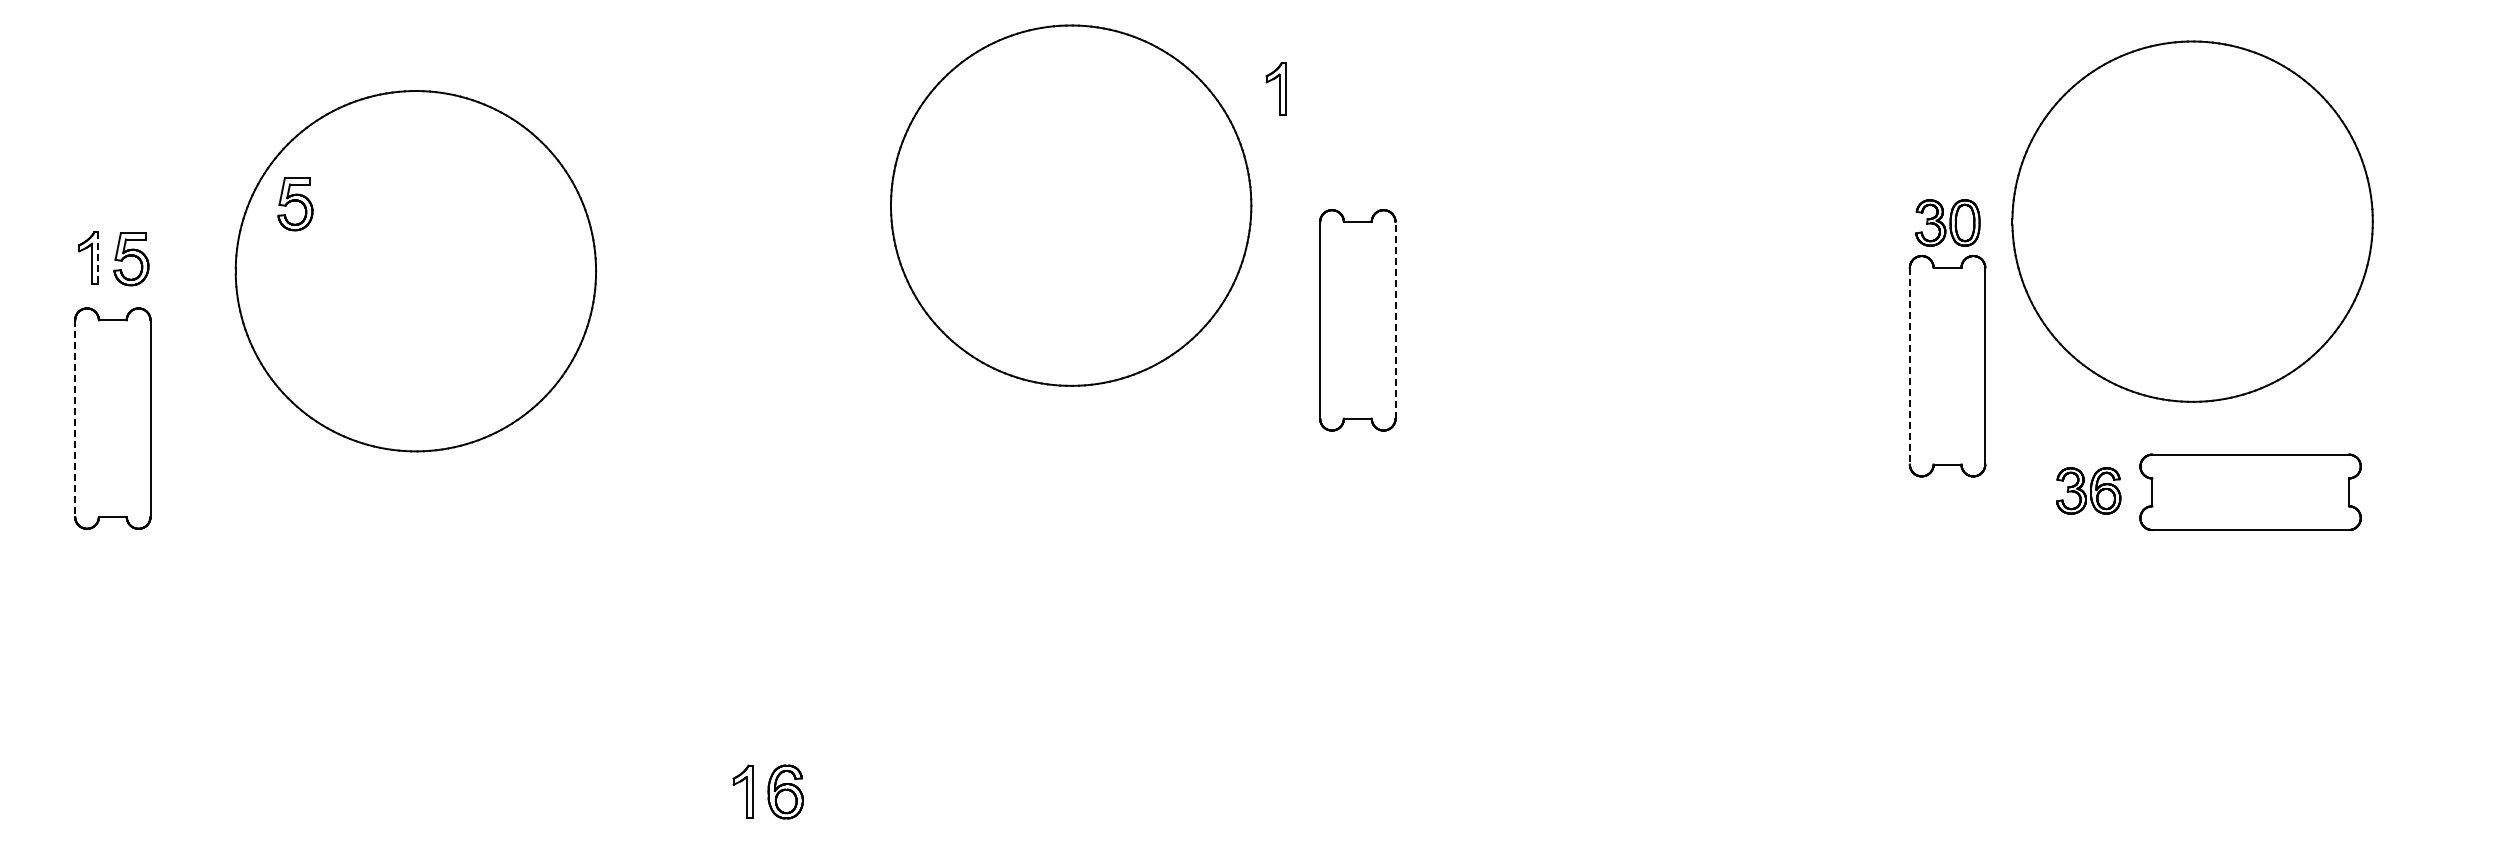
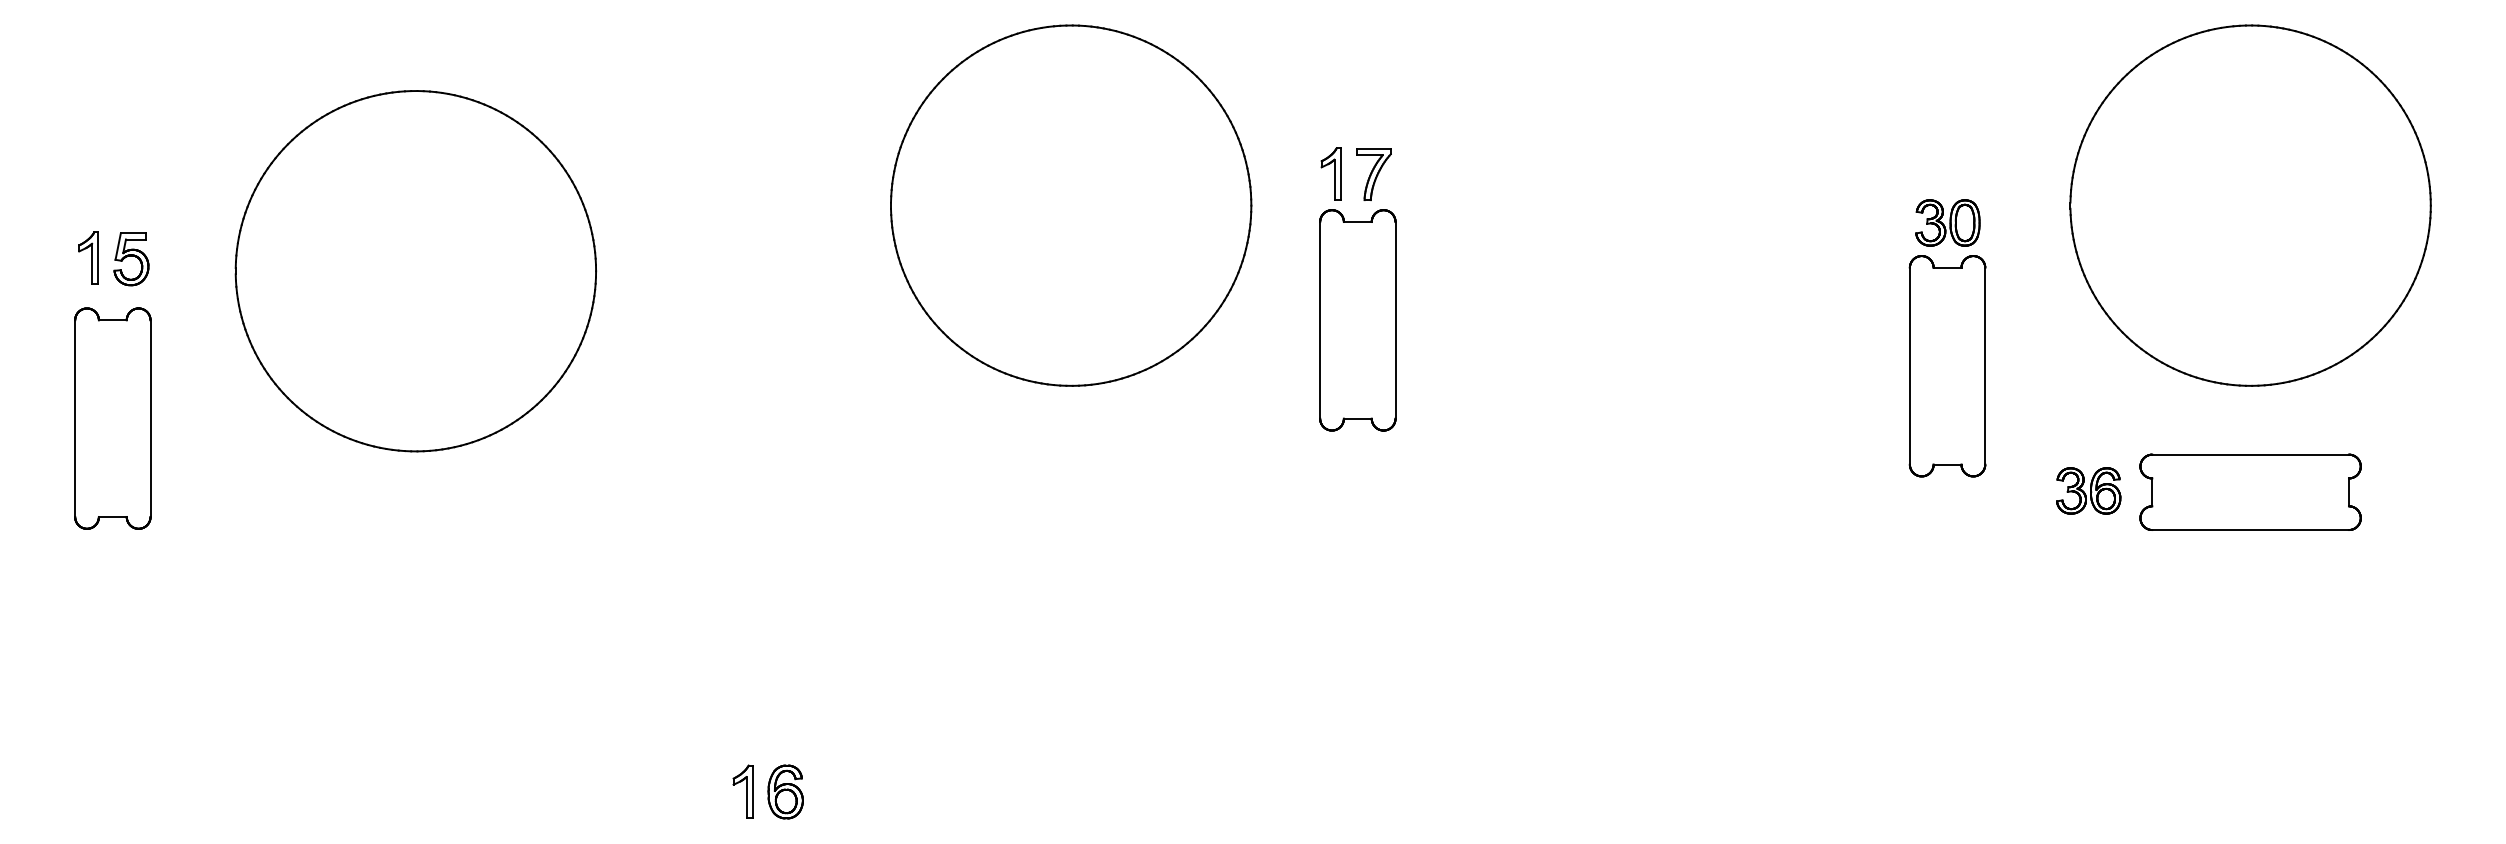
part at (1275, 88) position: (1275, 88) -> (1330, 173)
part at (1373, 174): none -> present
part at (295, 204): present -> none
part at (2192, 221) position: (2192, 221) -> (2250, 205)
line at (98, 258): dashed -> solid
line at (1395, 319): dashed -> solid
line at (1909, 366): dashed -> solid
line at (75, 419): dashed -> solid
